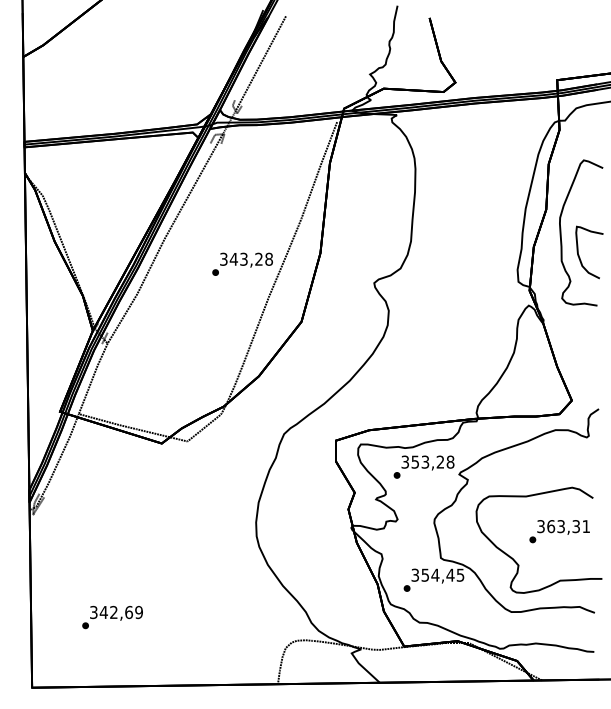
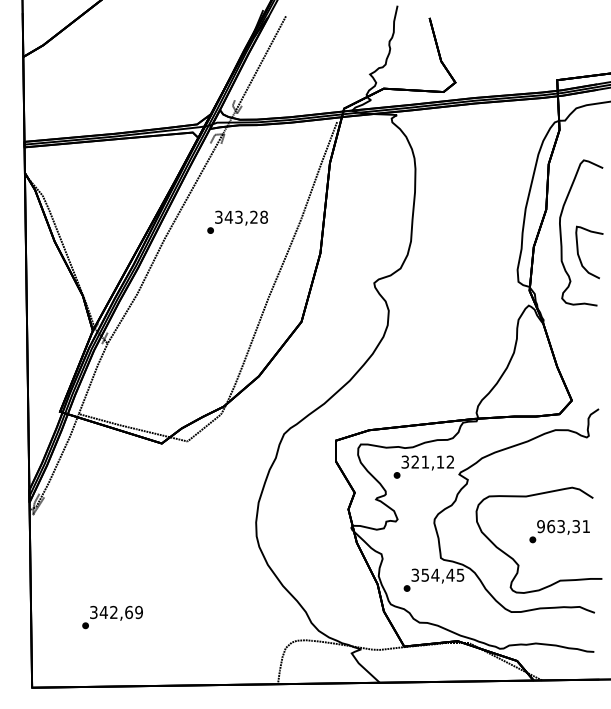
text at (242, 263) position: (242, 263) -> (237, 221)
text at (432, 461): 353,28 -> 321,12
text at (540, 526): 363,31 -> 963,31
